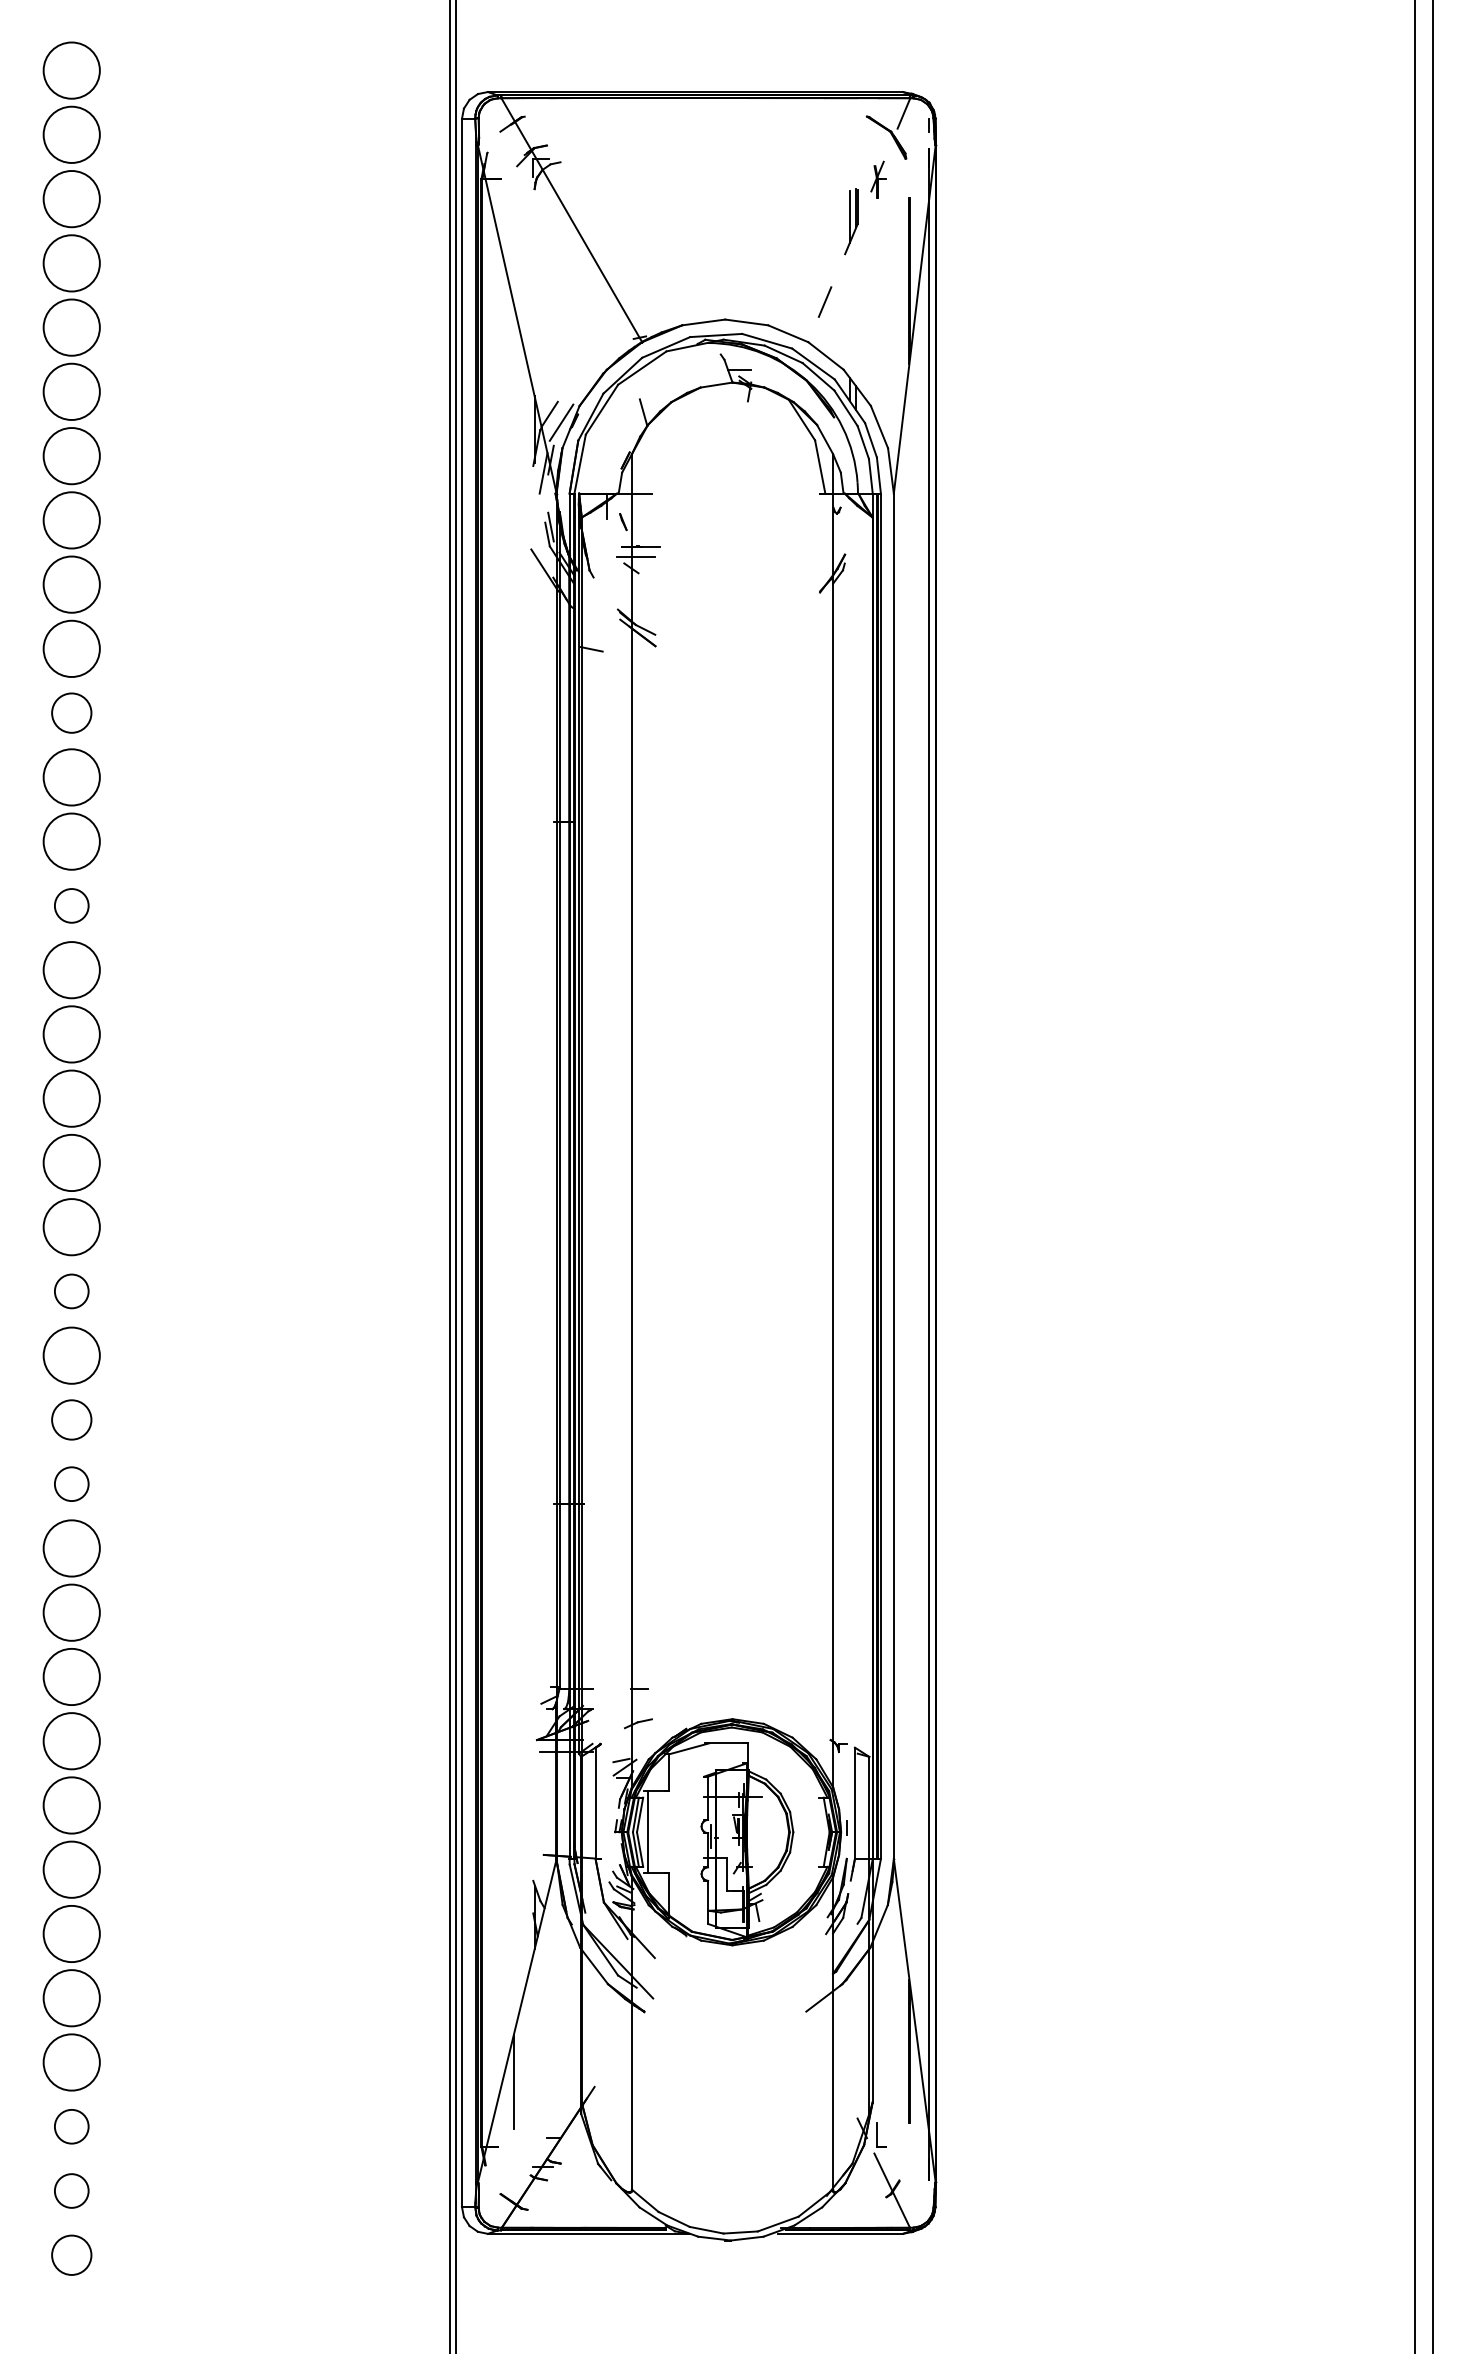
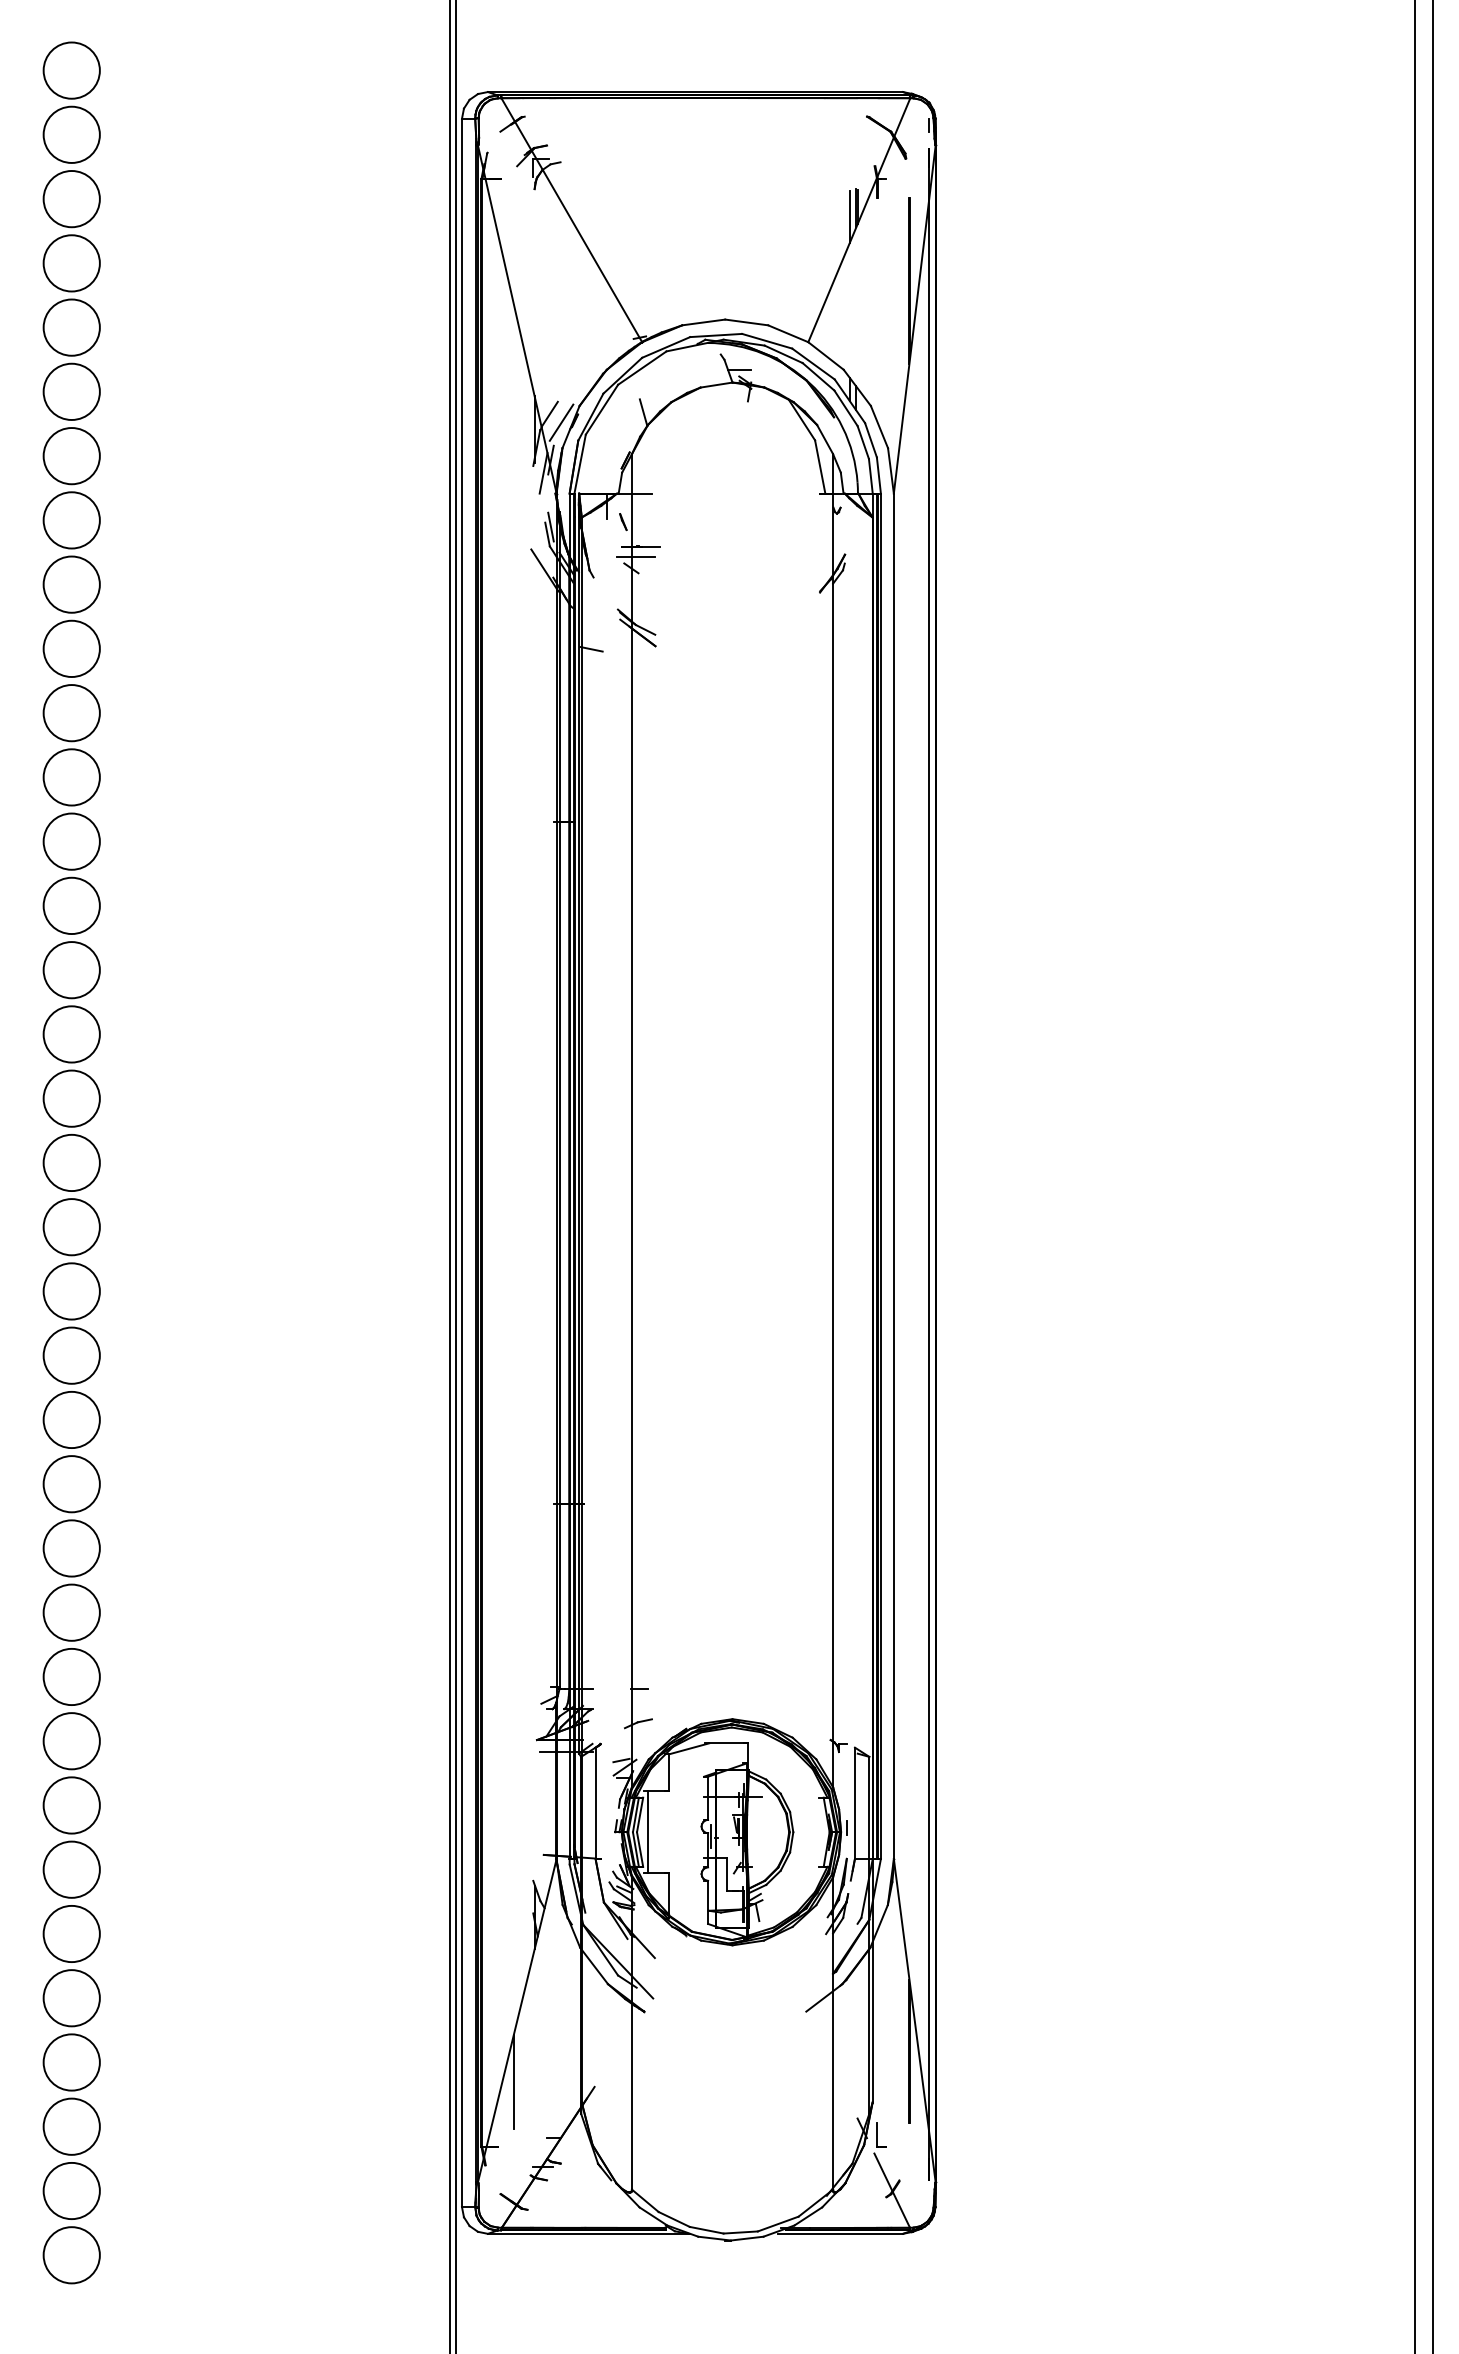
line at (859, 220): dashed -> solid
circle at (71, 712) diameter: 39 px -> 56 px
circle at (71, 905) diameter: 34 px -> 56 px
circle at (71, 1291) diameter: 34 px -> 56 px
circle at (71, 1419) diameter: 39 px -> 56 px
circle at (71, 1484) diameter: 34 px -> 56 px
circle at (71, 2126) diameter: 34 px -> 56 px
circle at (71, 2190) diameter: 34 px -> 56 px
circle at (71, 2254) diameter: 39 px -> 56 px
